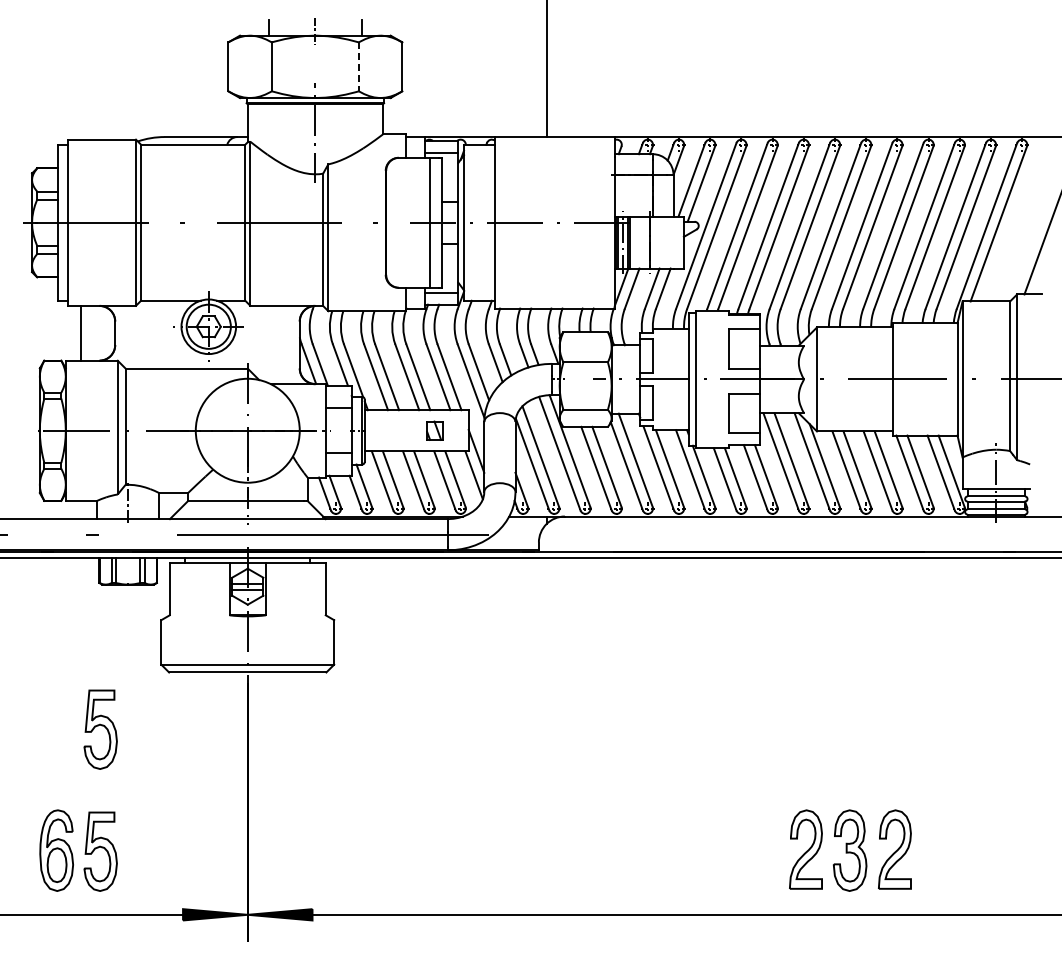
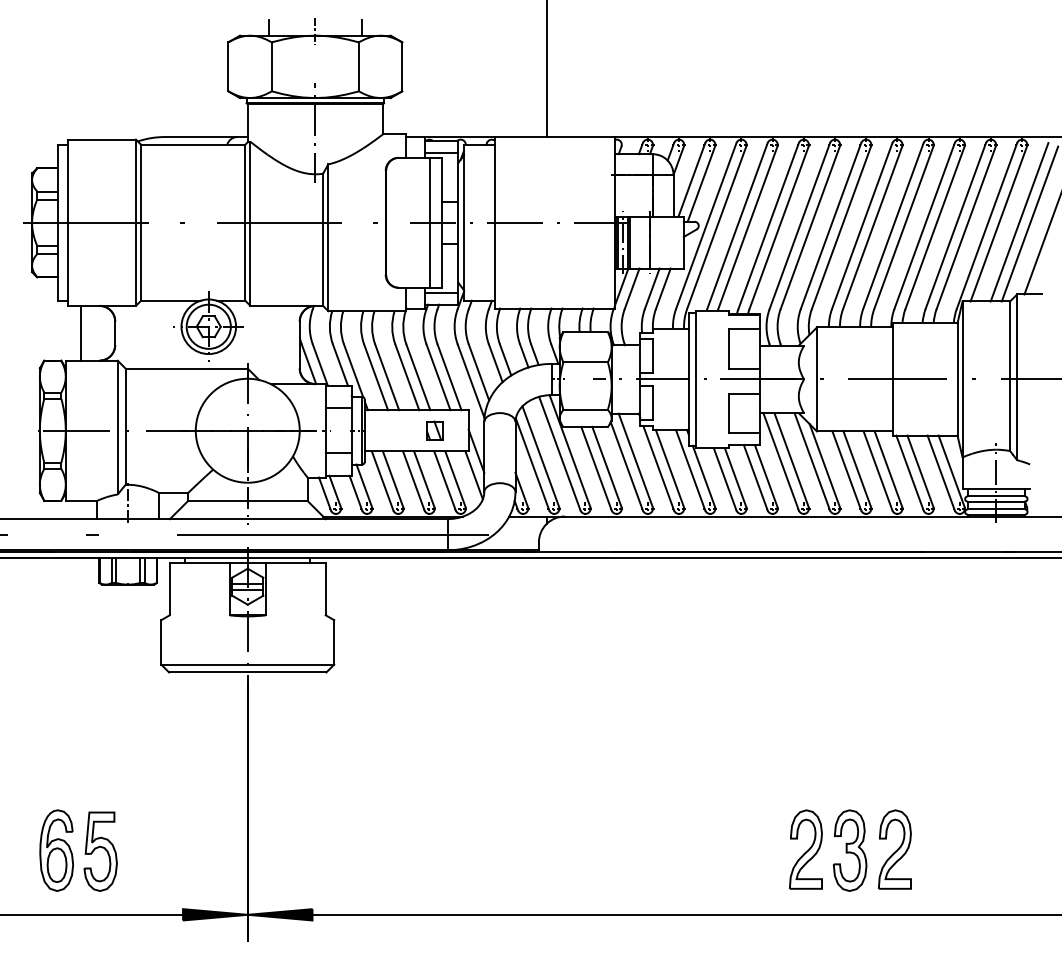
line at (358, 67): dashed -> solid
line at (1019, 222): none -> present
line at (1029, 223): none -> present
part at (100, 729): present -> none
